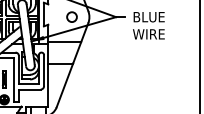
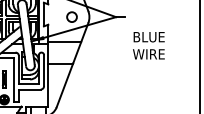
text at (148, 25) position: (148, 25) -> (148, 45)
